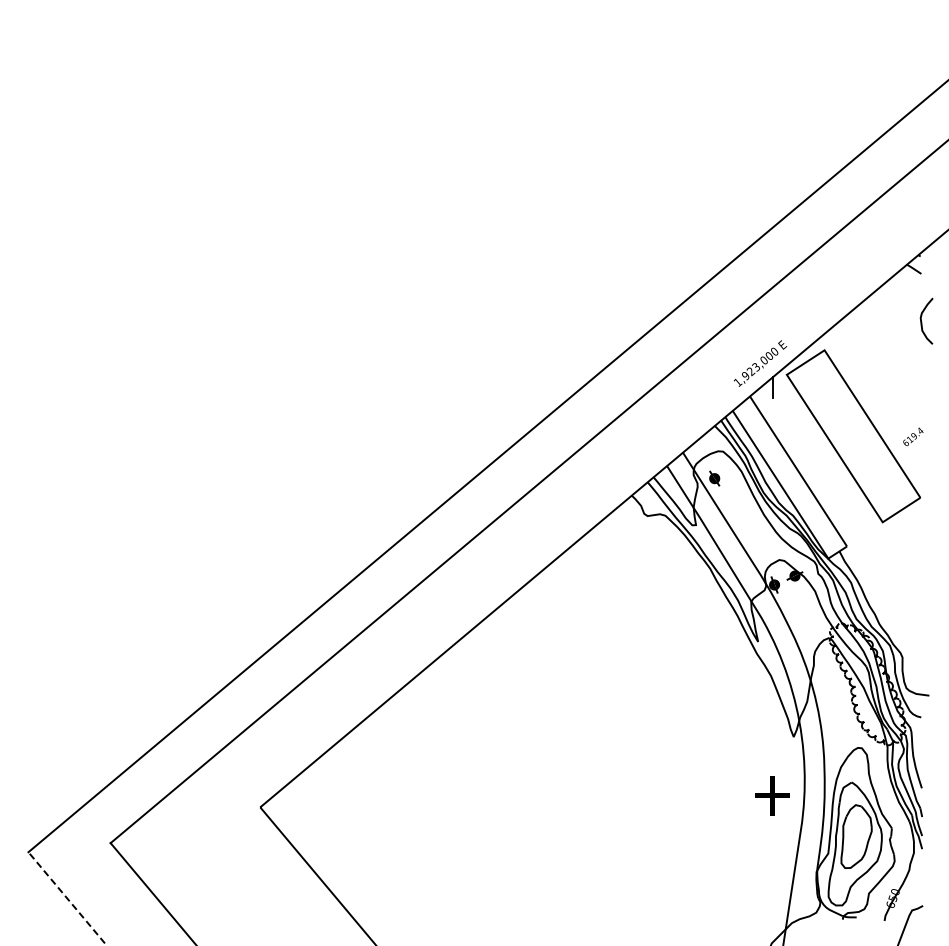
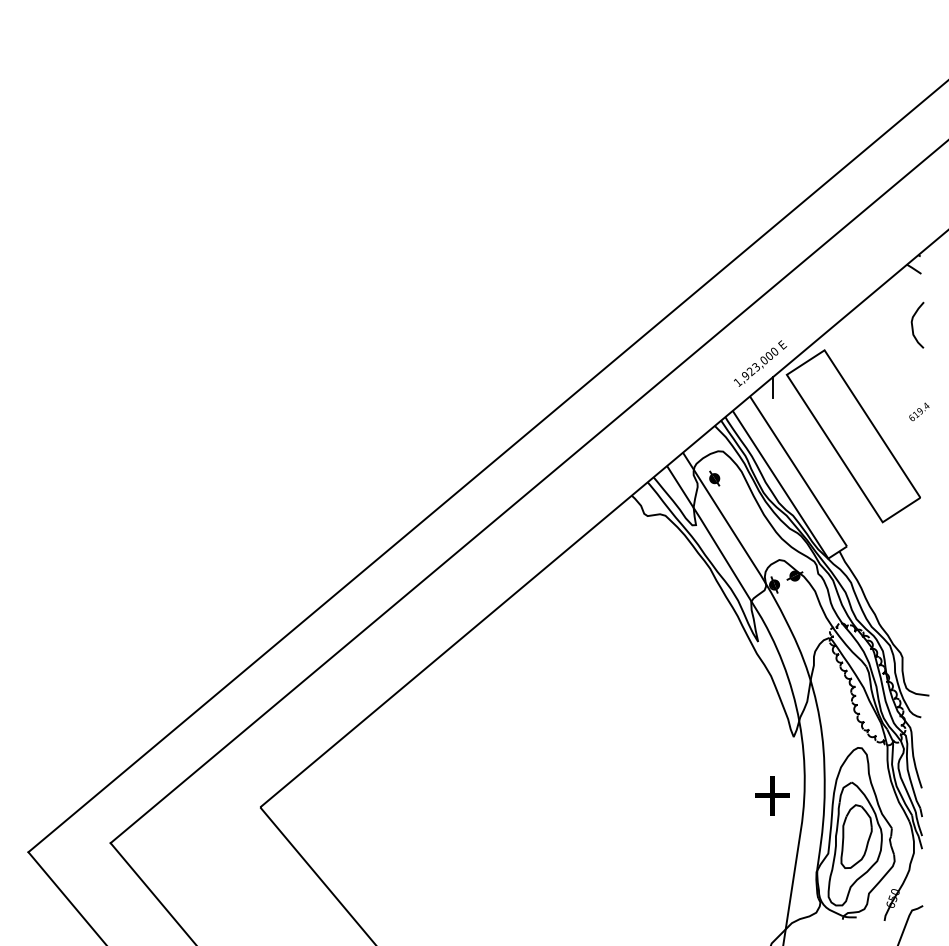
curve at (922, 321) position: (922, 321) -> (913, 325)
text at (913, 436) position: (913, 436) -> (919, 411)
line at (67, 898): dashed -> solid
